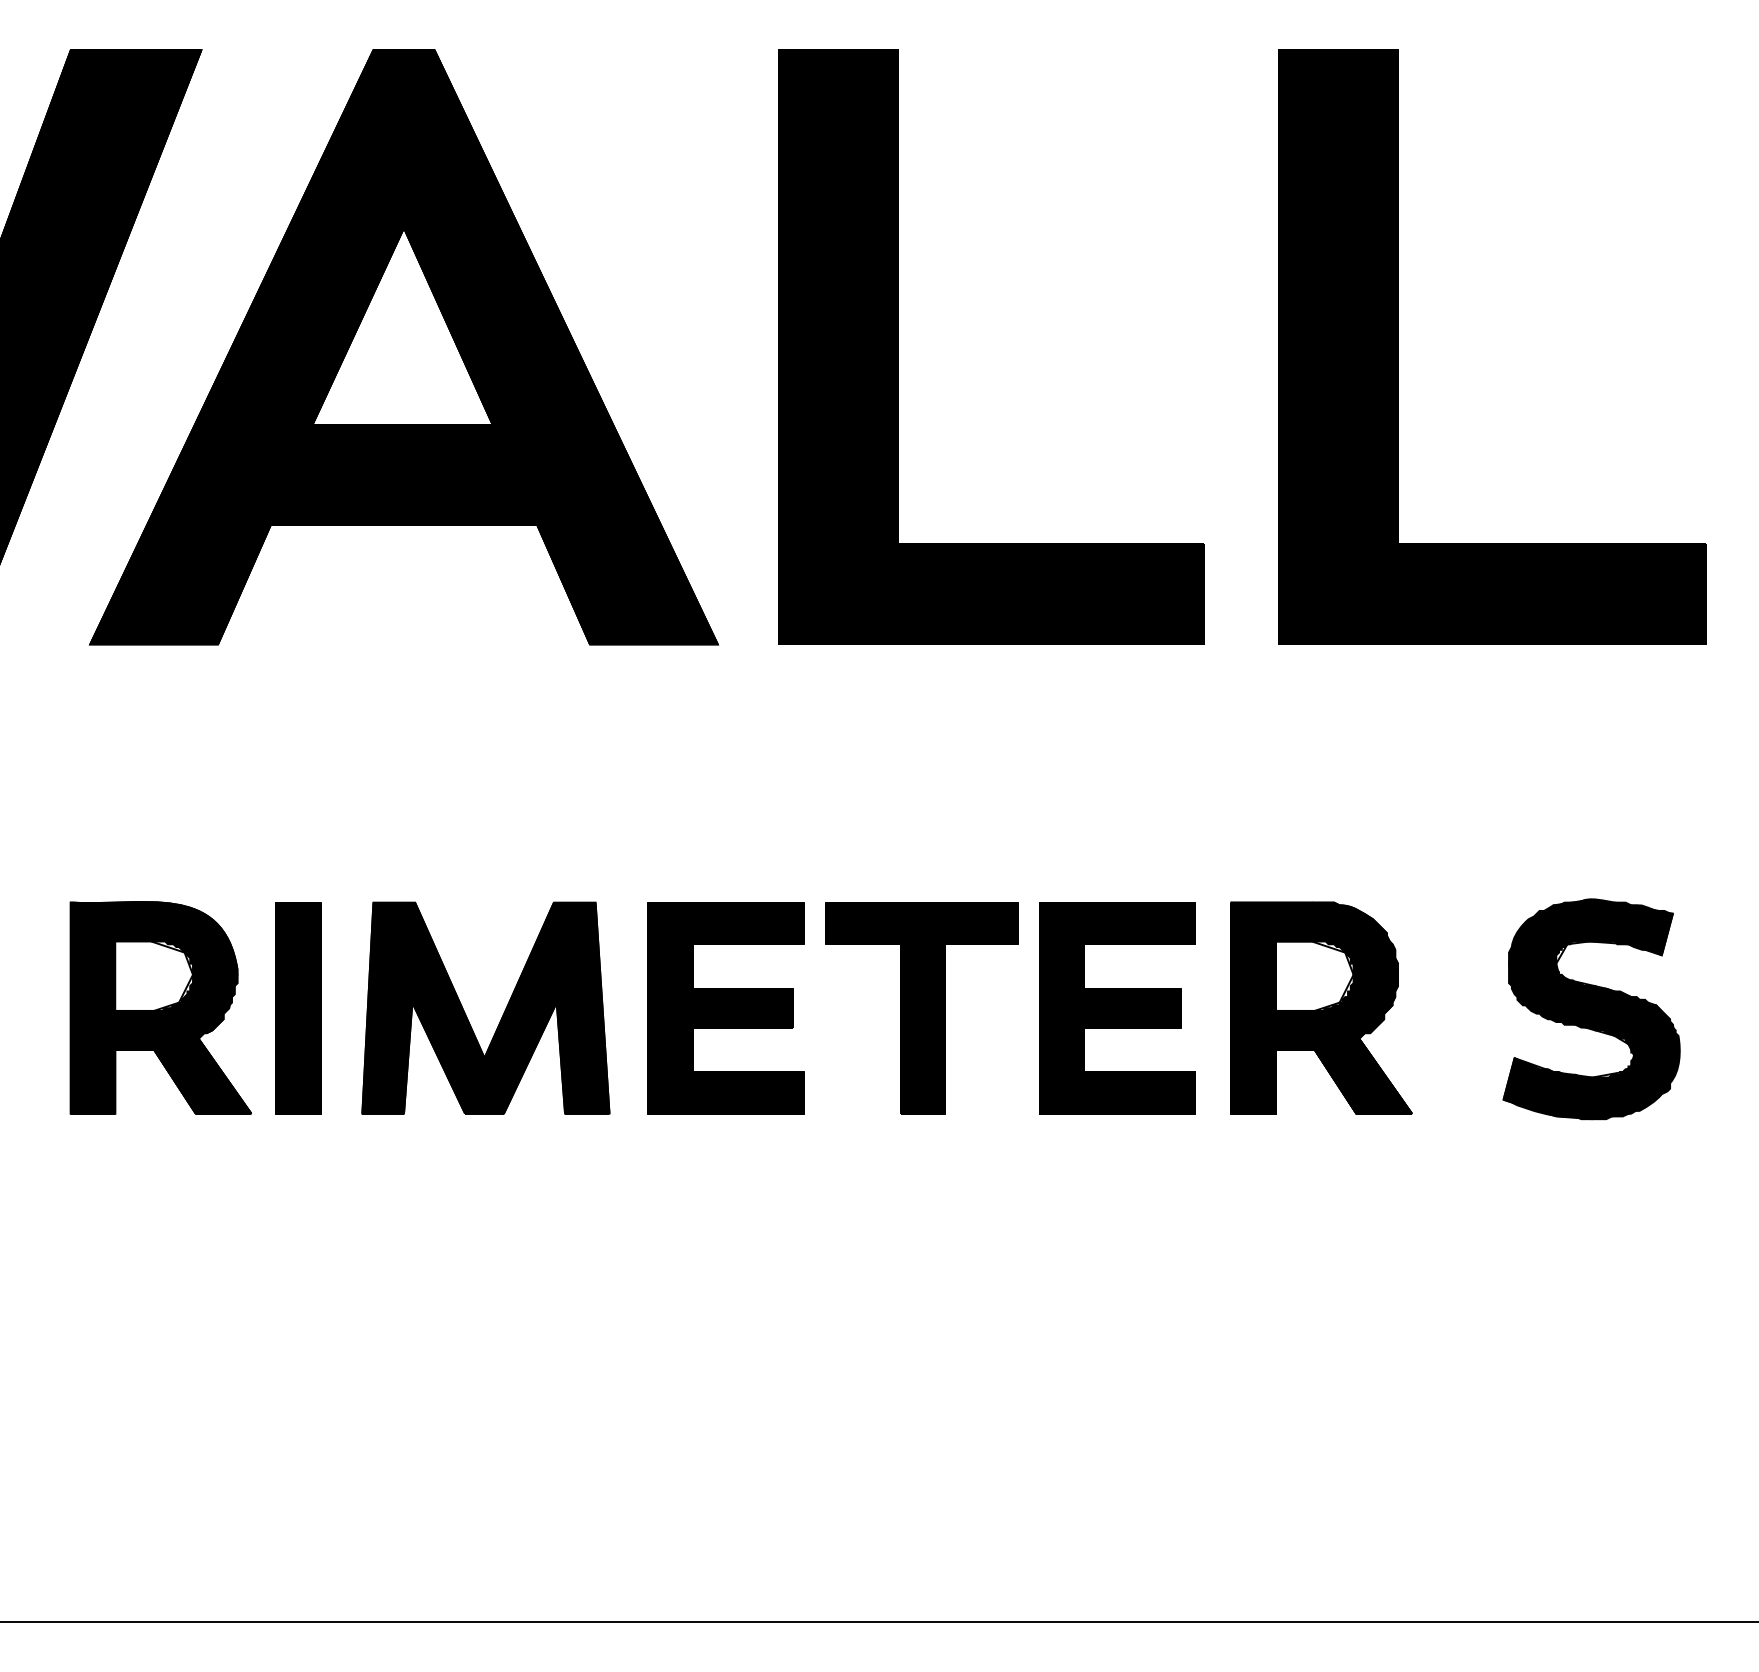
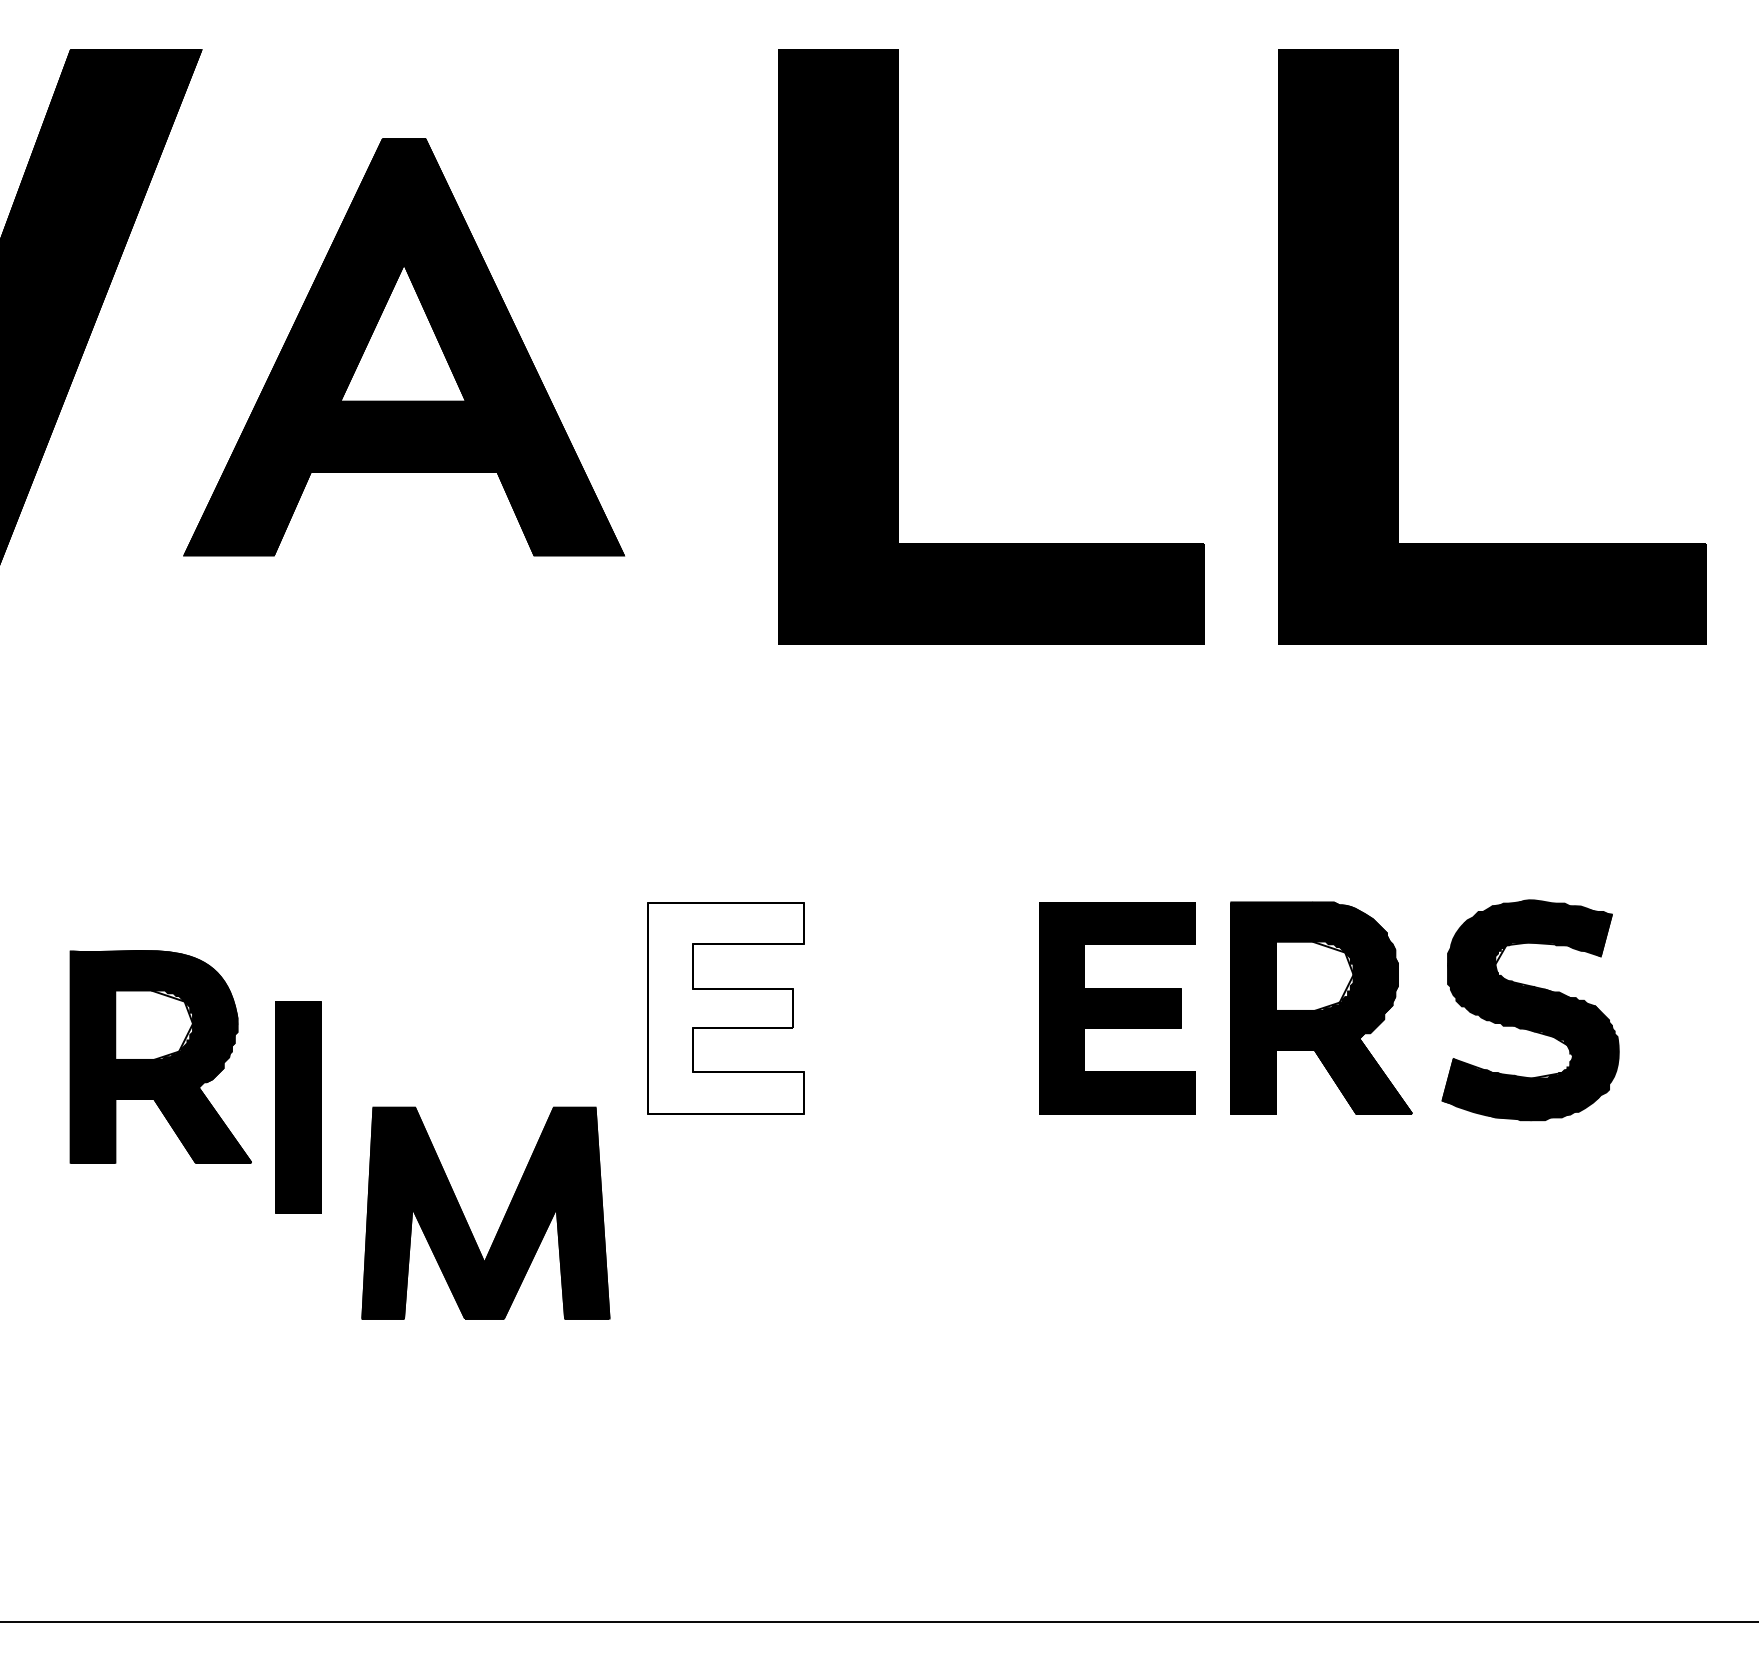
part at (404, 347) size: 631x597 px -> 443x419 px
part at (160, 1007) position: (160, 1007) -> (160, 1056)
fill at (725, 1007): present -> none
part at (298, 1008) position: (298, 1008) -> (298, 1107)
part at (921, 1008): present -> none
part at (1591, 1009) position: (1591, 1009) -> (1530, 1010)
part at (502, 1014) position: (502, 1014) -> (502, 1219)
